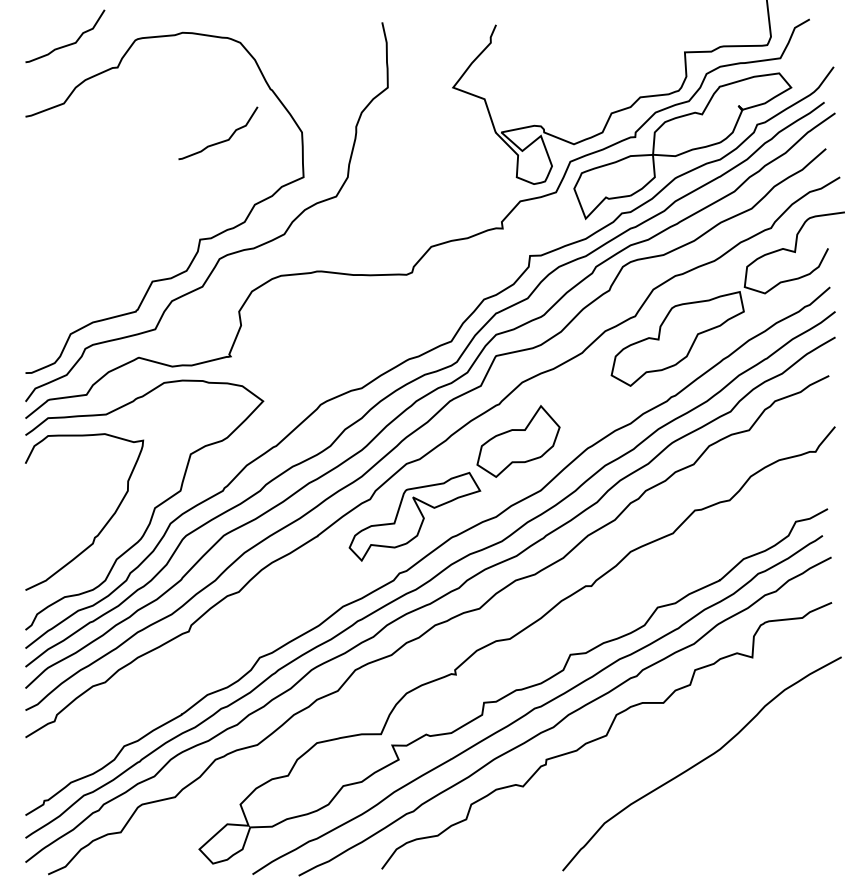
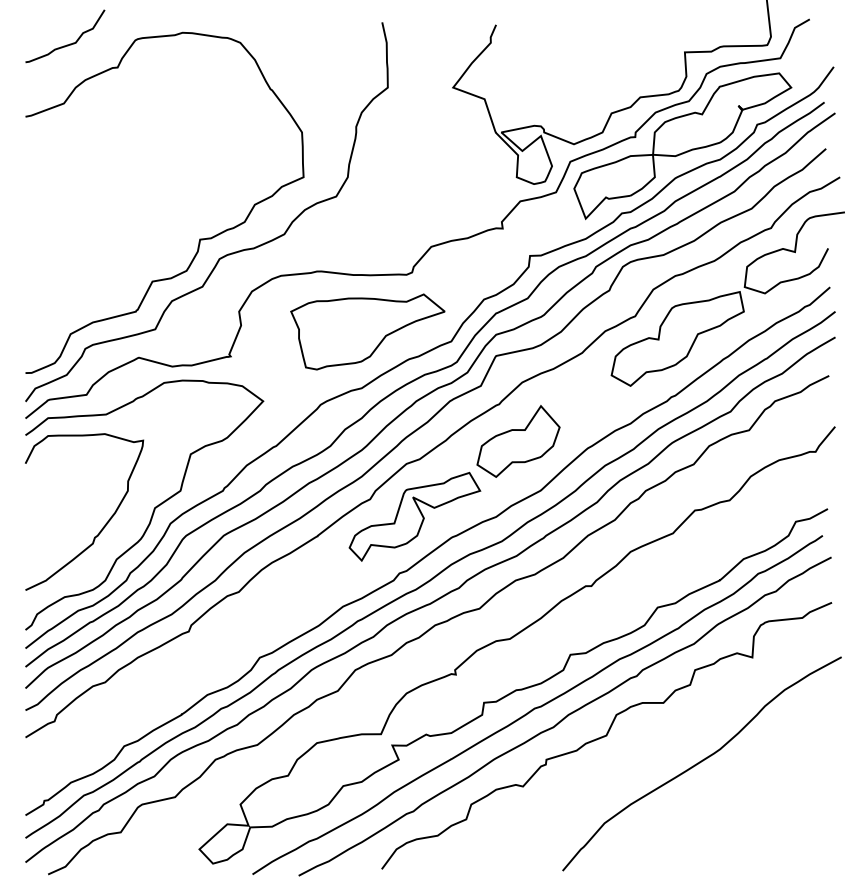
curve at (222, 140): present -> none
part at (367, 331): none -> present
